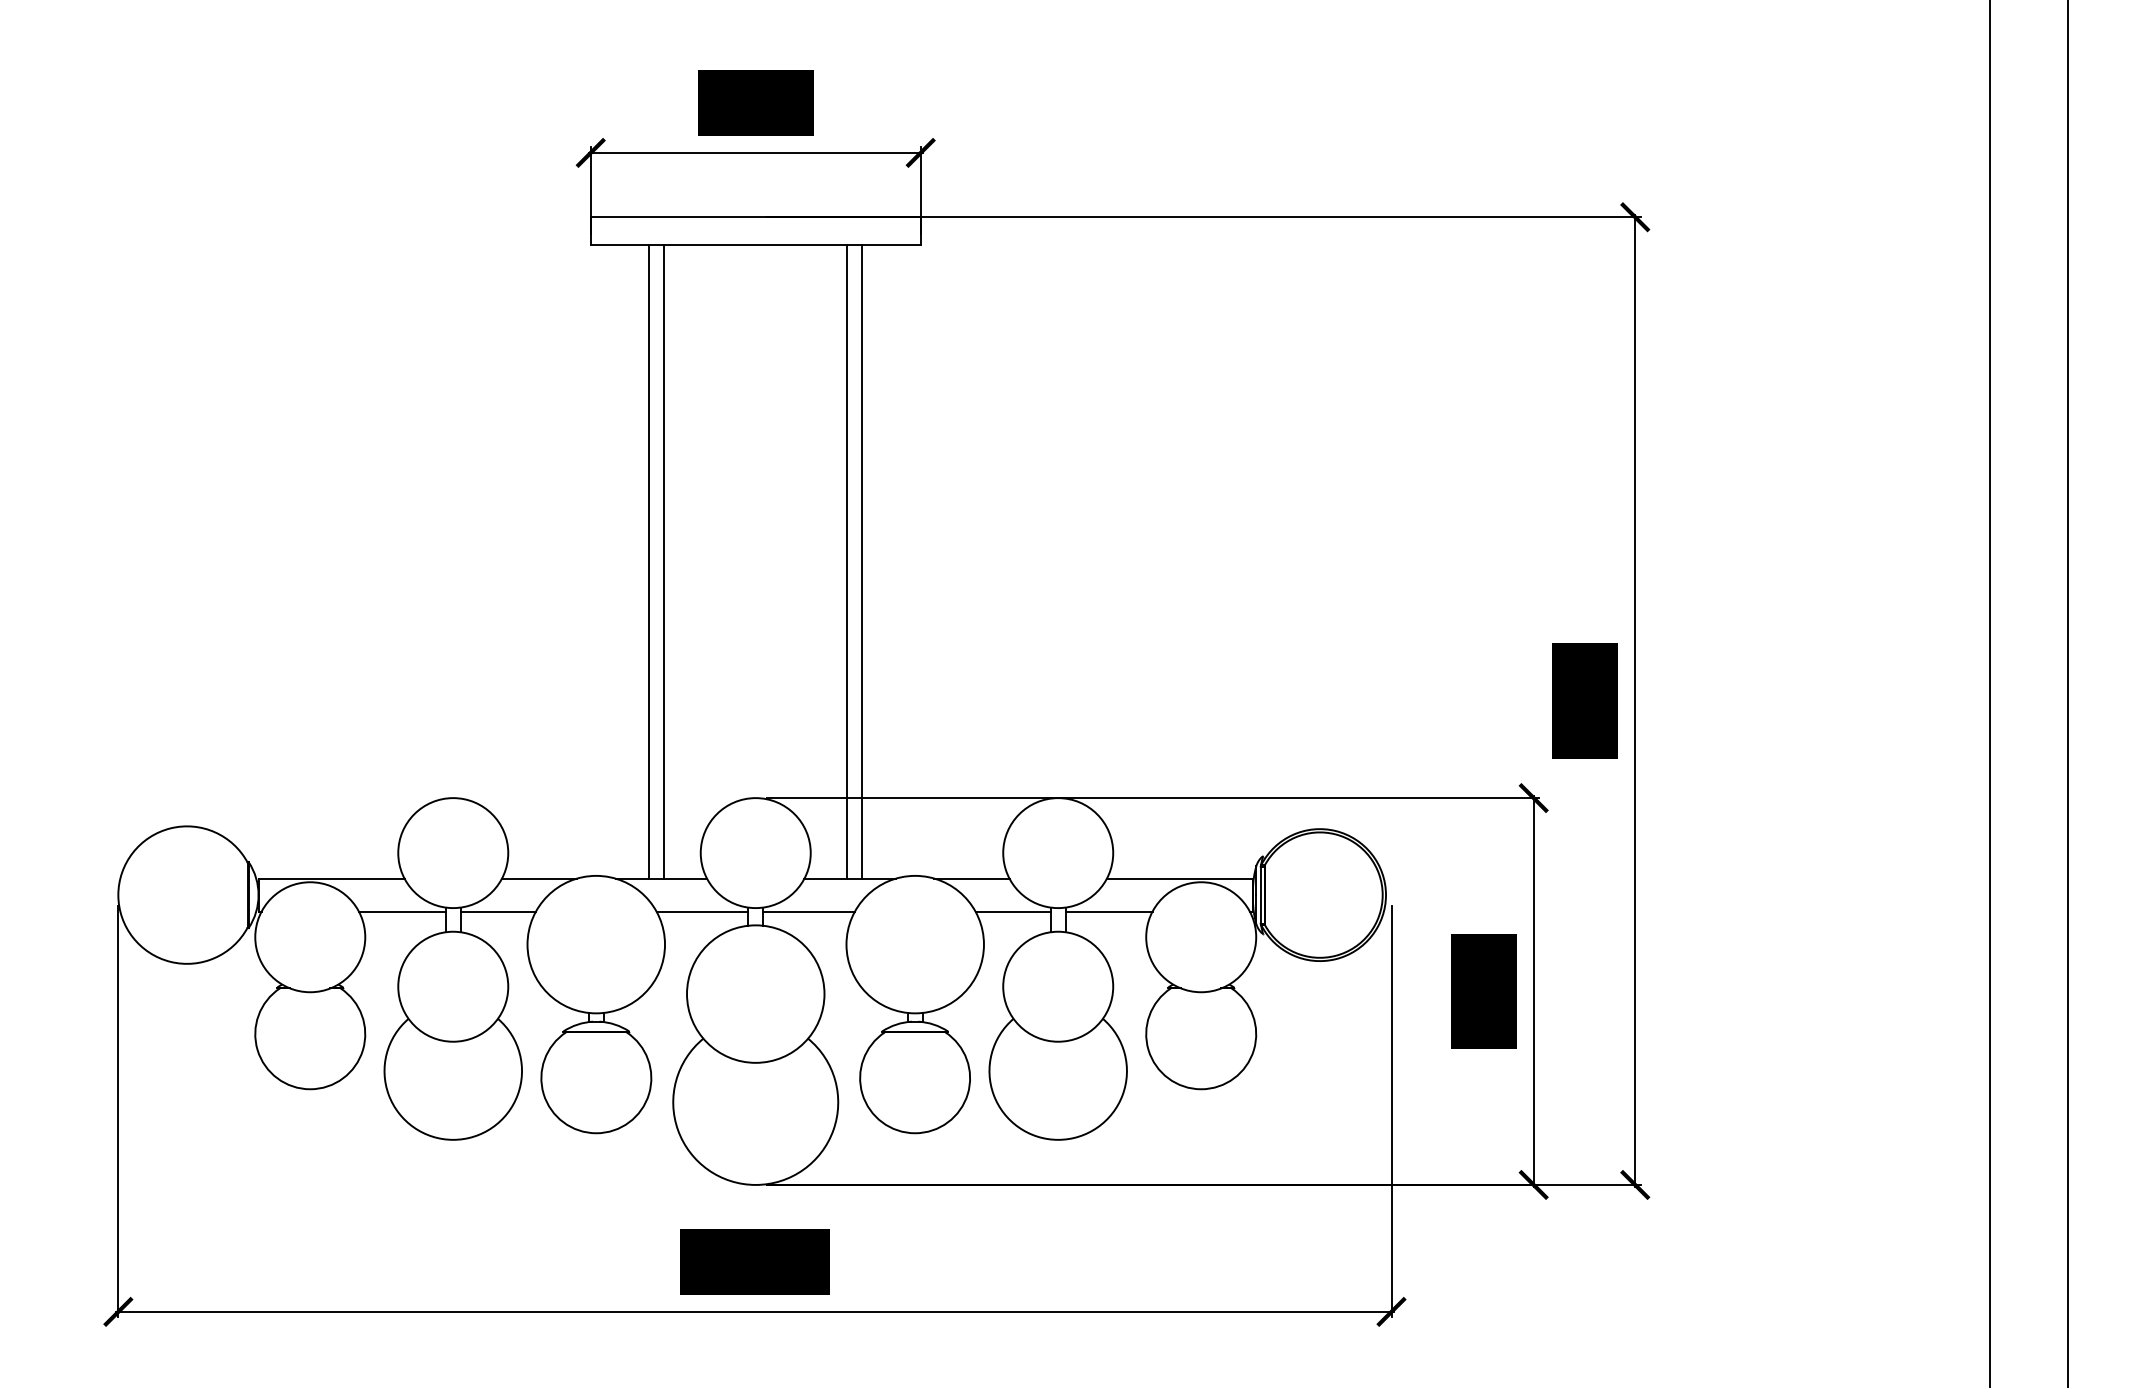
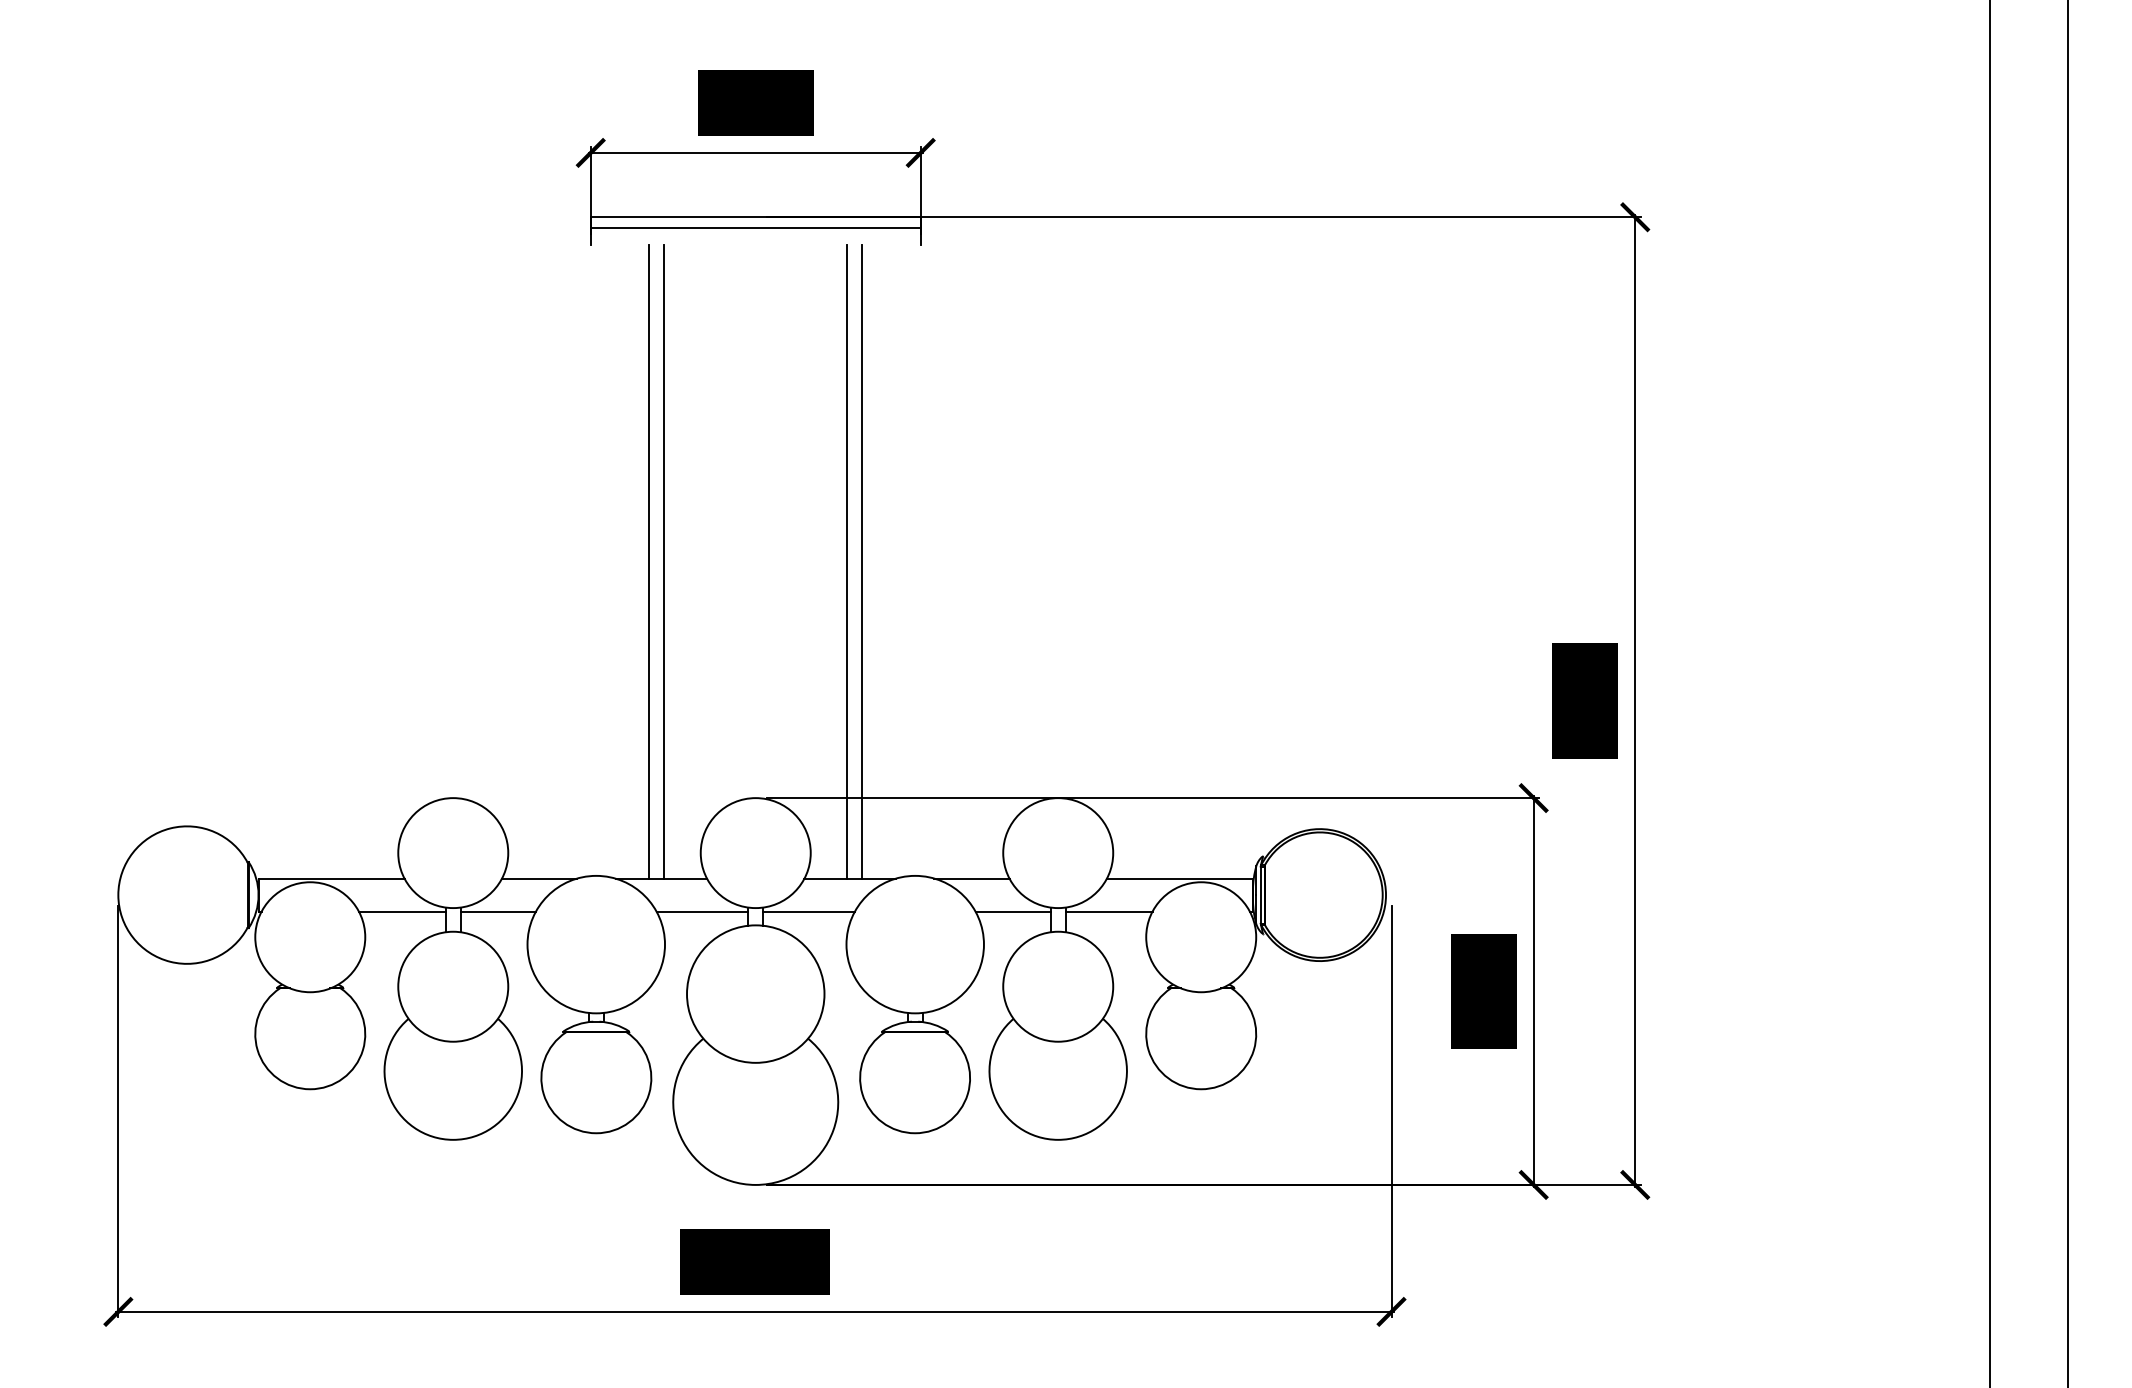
line at (755, 244) position: (755, 244) -> (755, 227)
